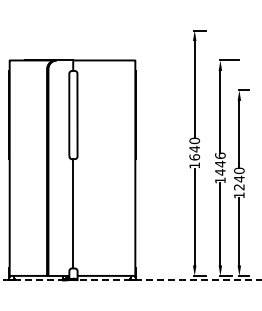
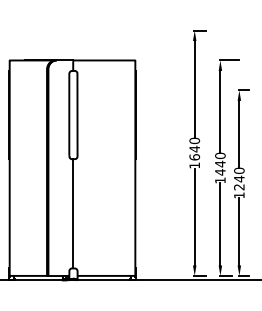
text at (220, 155): 1446 -> 1440
line at (131, 280): dashed -> solid
